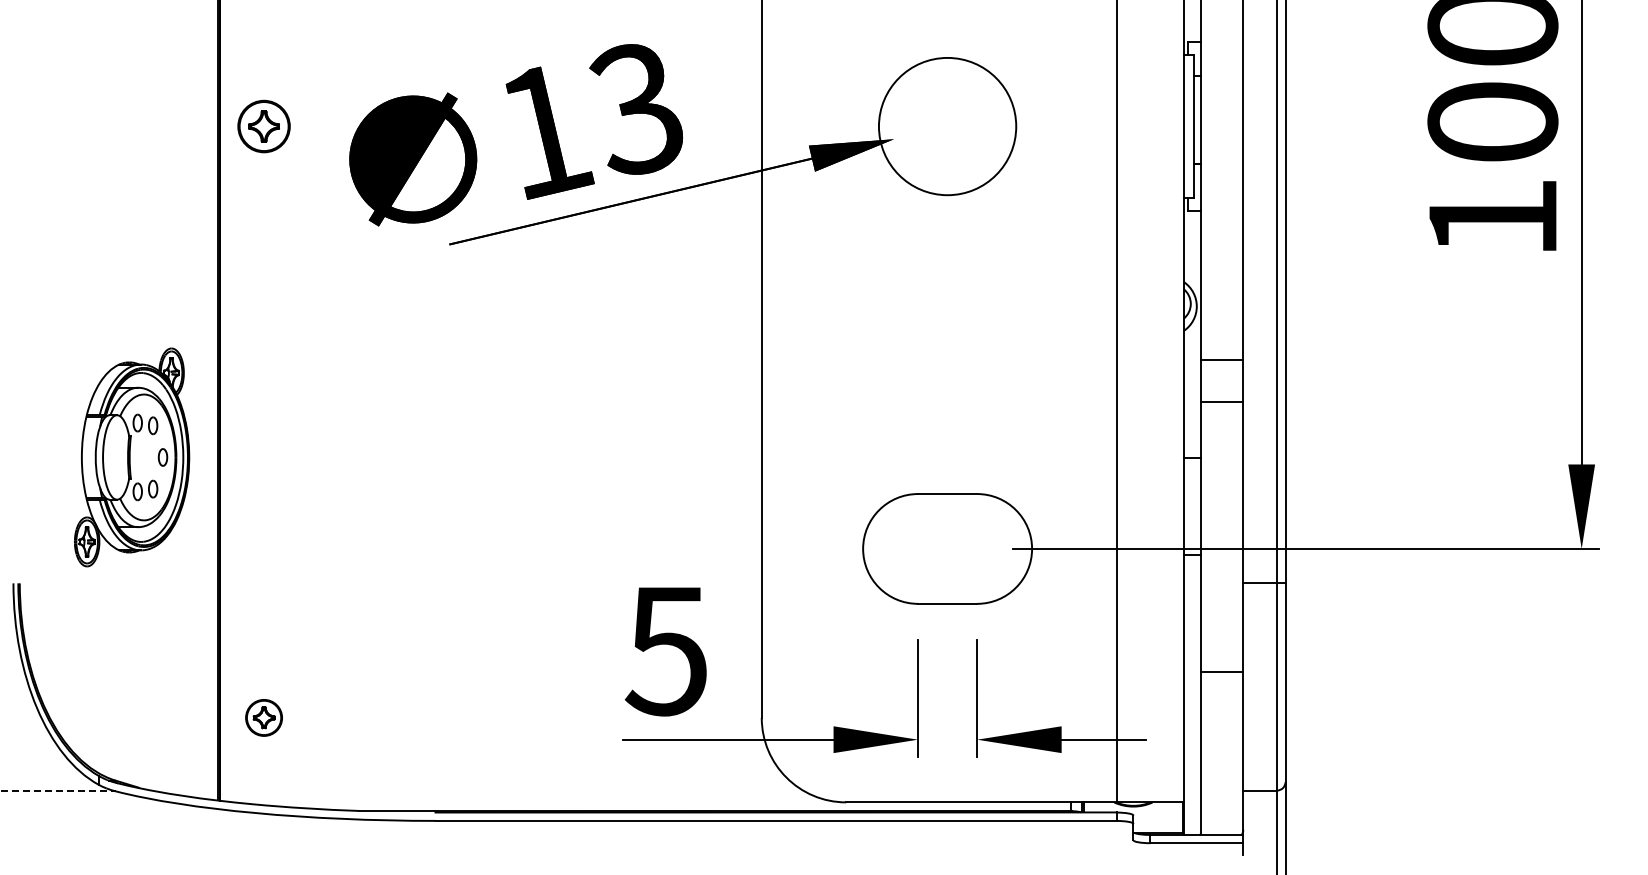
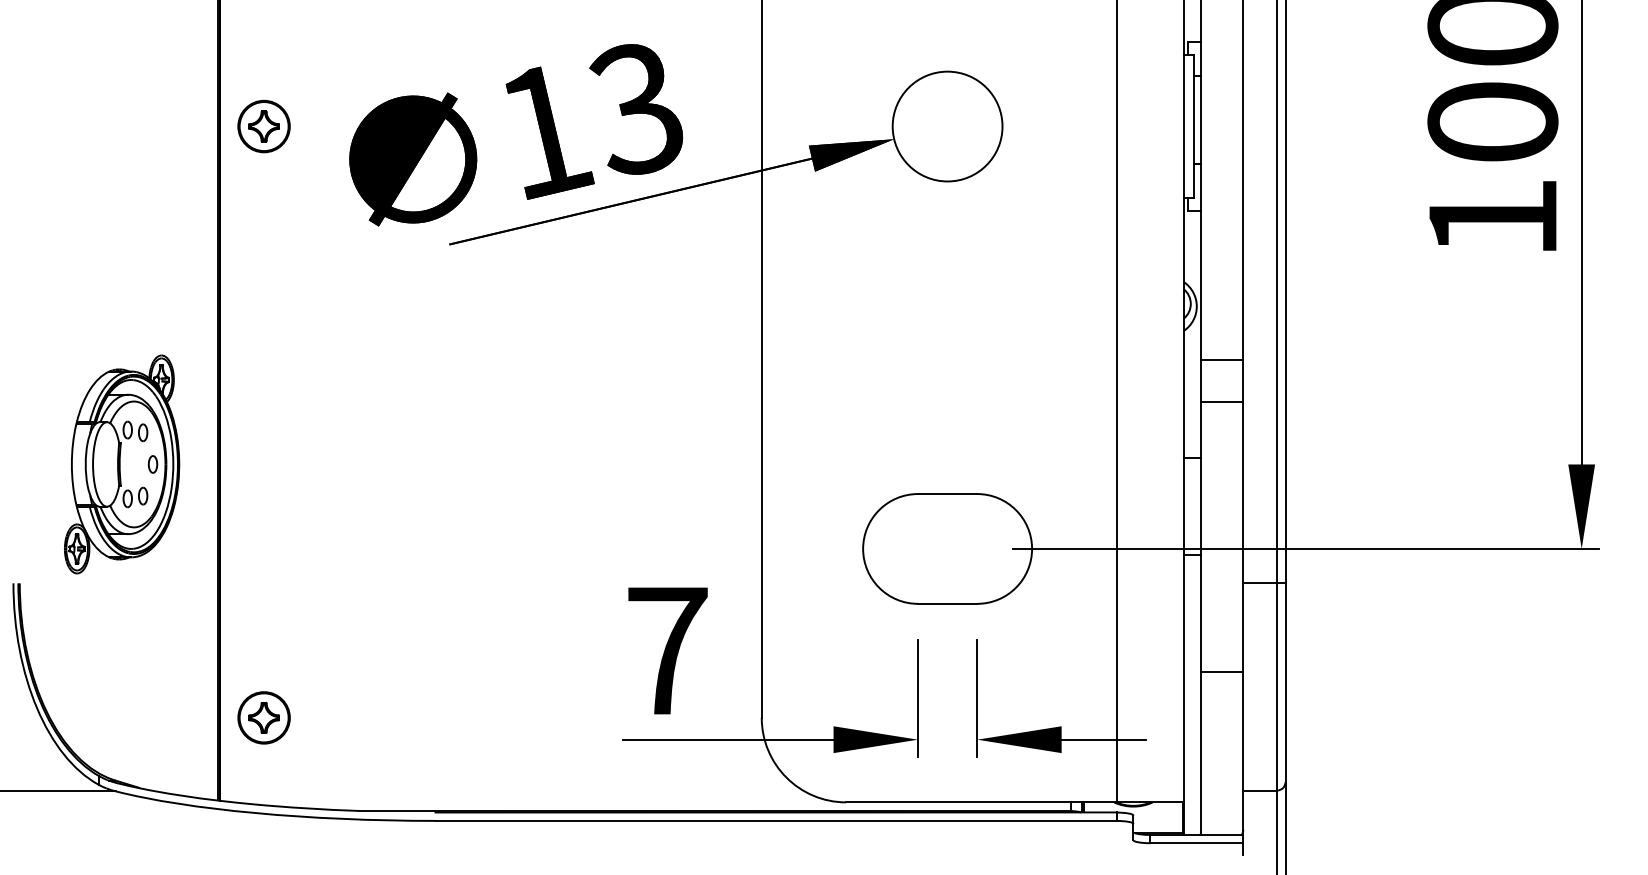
circle at (947, 126) diameter: 137 px -> 110 px
part at (132, 457) position: (132, 457) -> (122, 464)
text at (665, 651): 5 -> 7
part at (263, 717) size: 38x38 px -> 54x54 px
line at (58, 791): dashed -> solid
